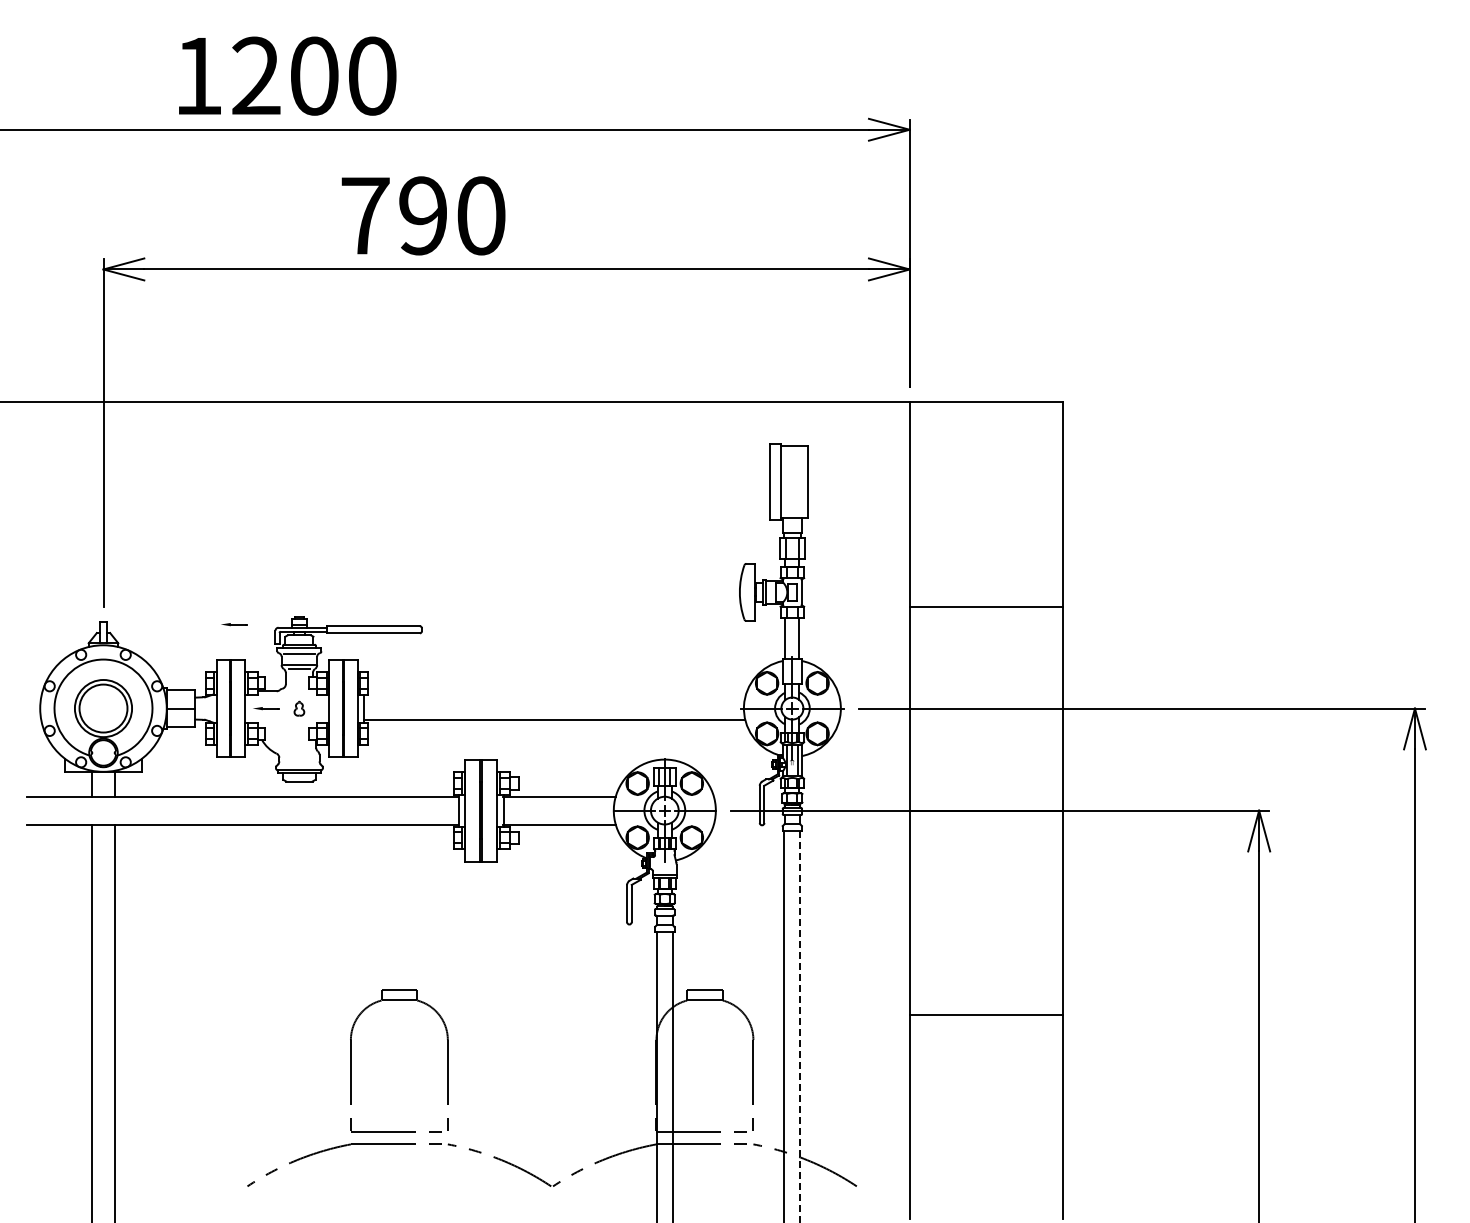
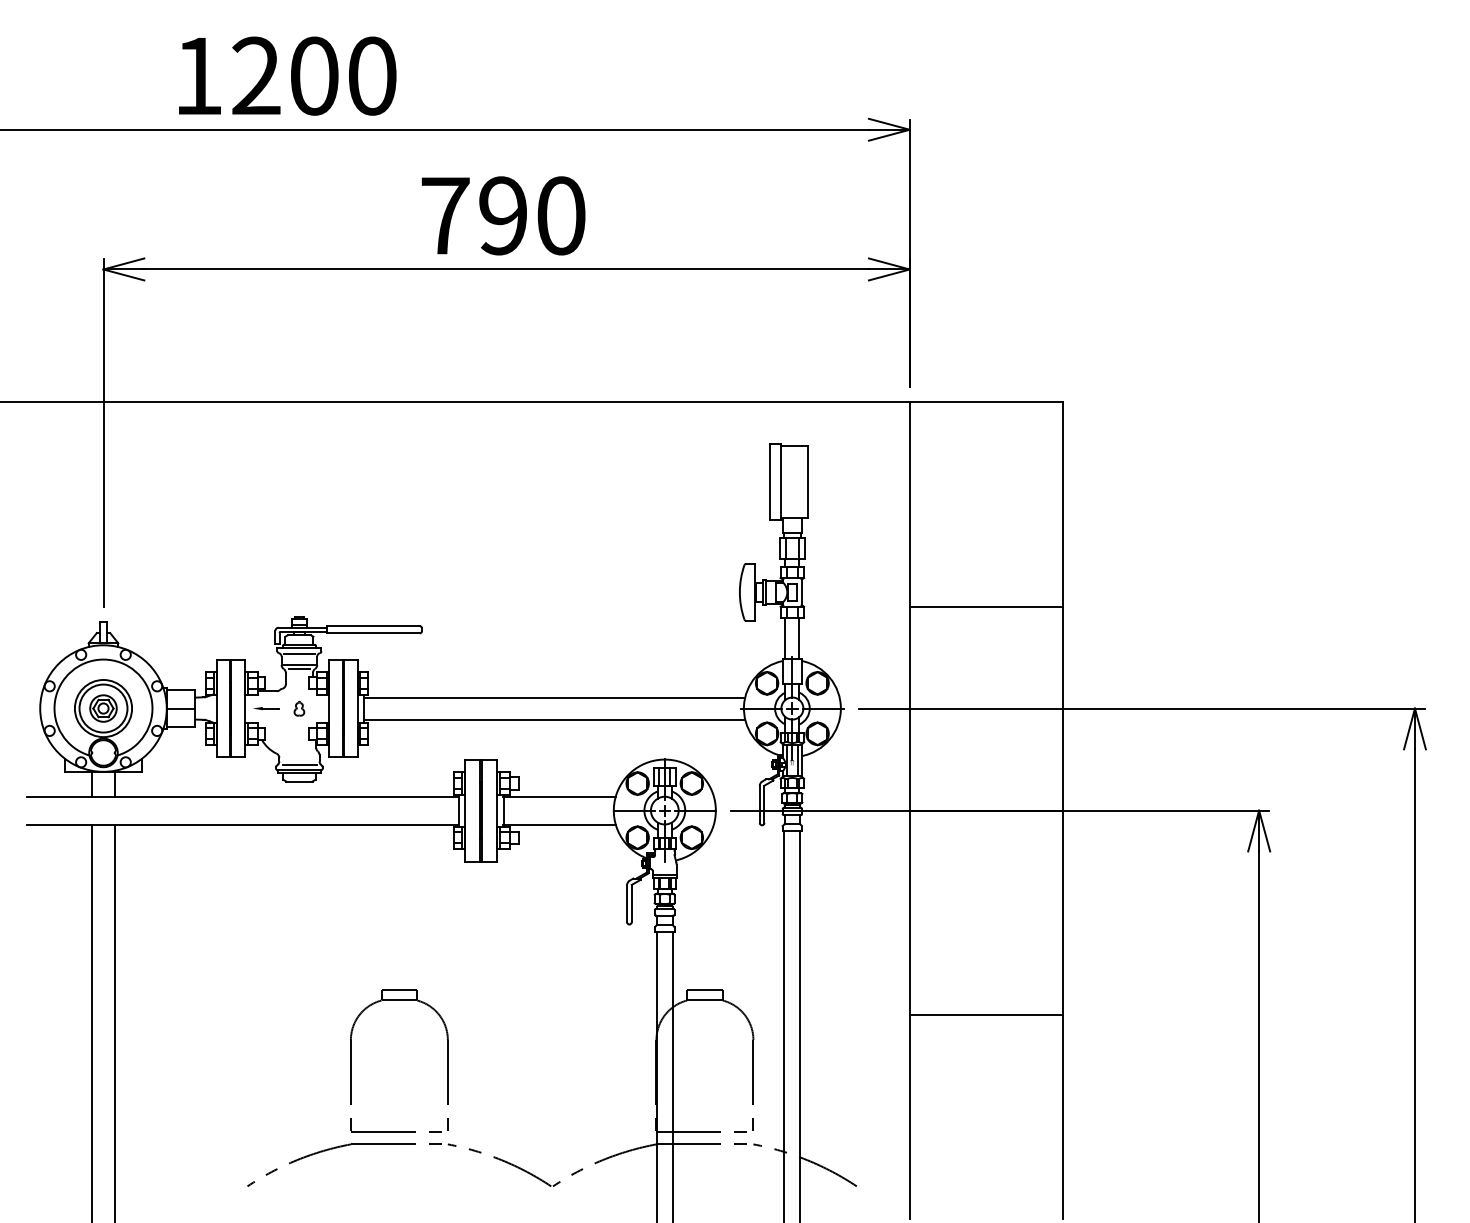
text at (423, 215) position: (423, 215) -> (503, 215)
part at (234, 624): present -> none
line at (554, 697): none -> present
part at (103, 708): none -> present
line at (299, 764): none -> present
line at (800, 1026): dashed -> solid
